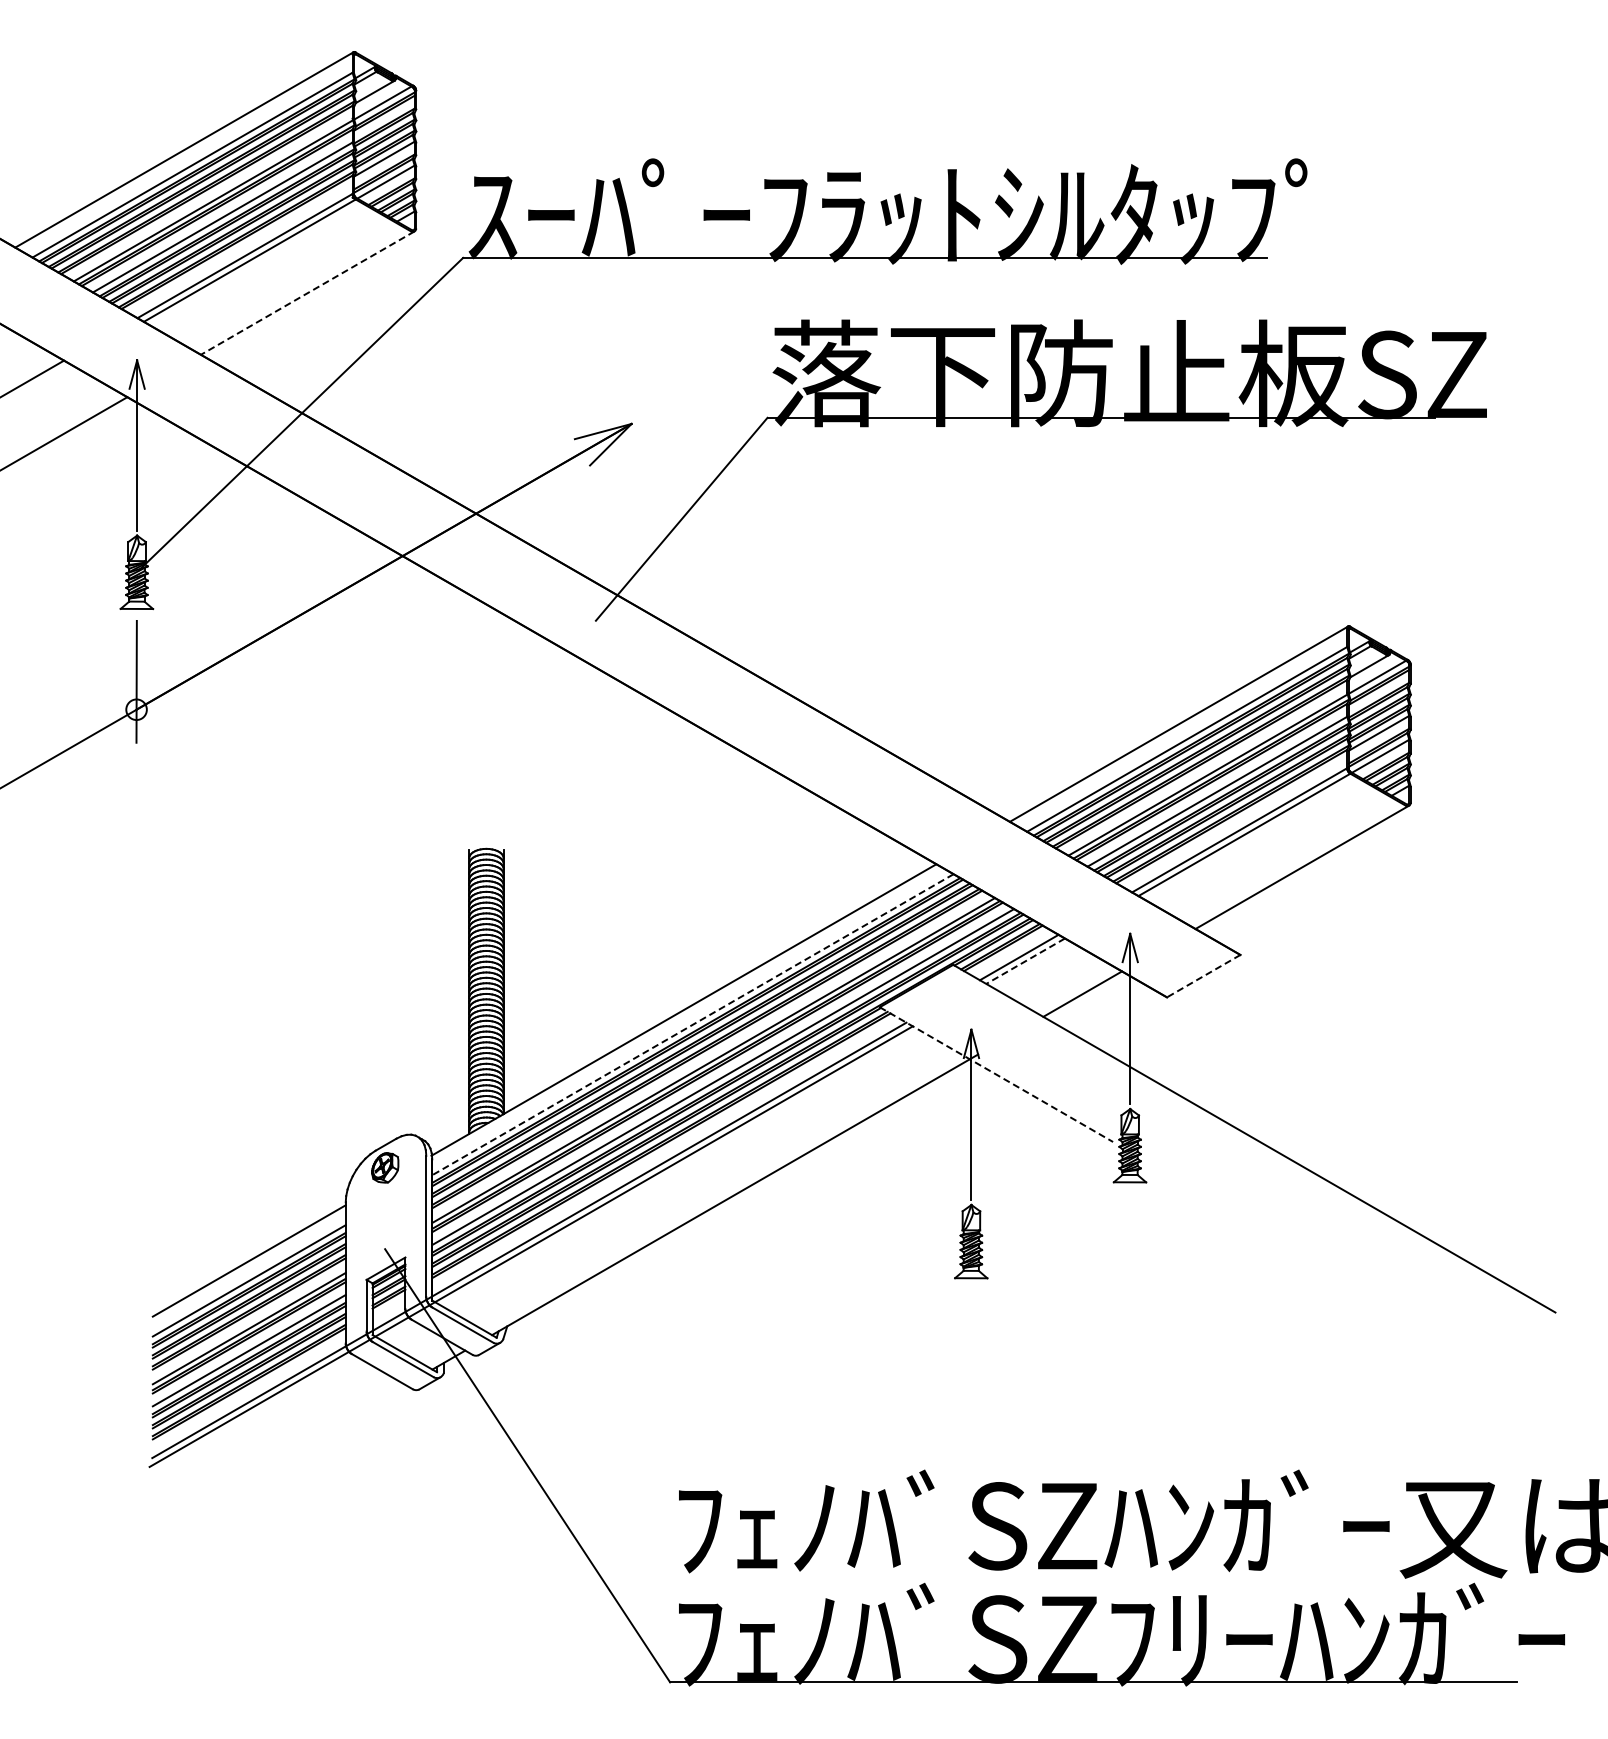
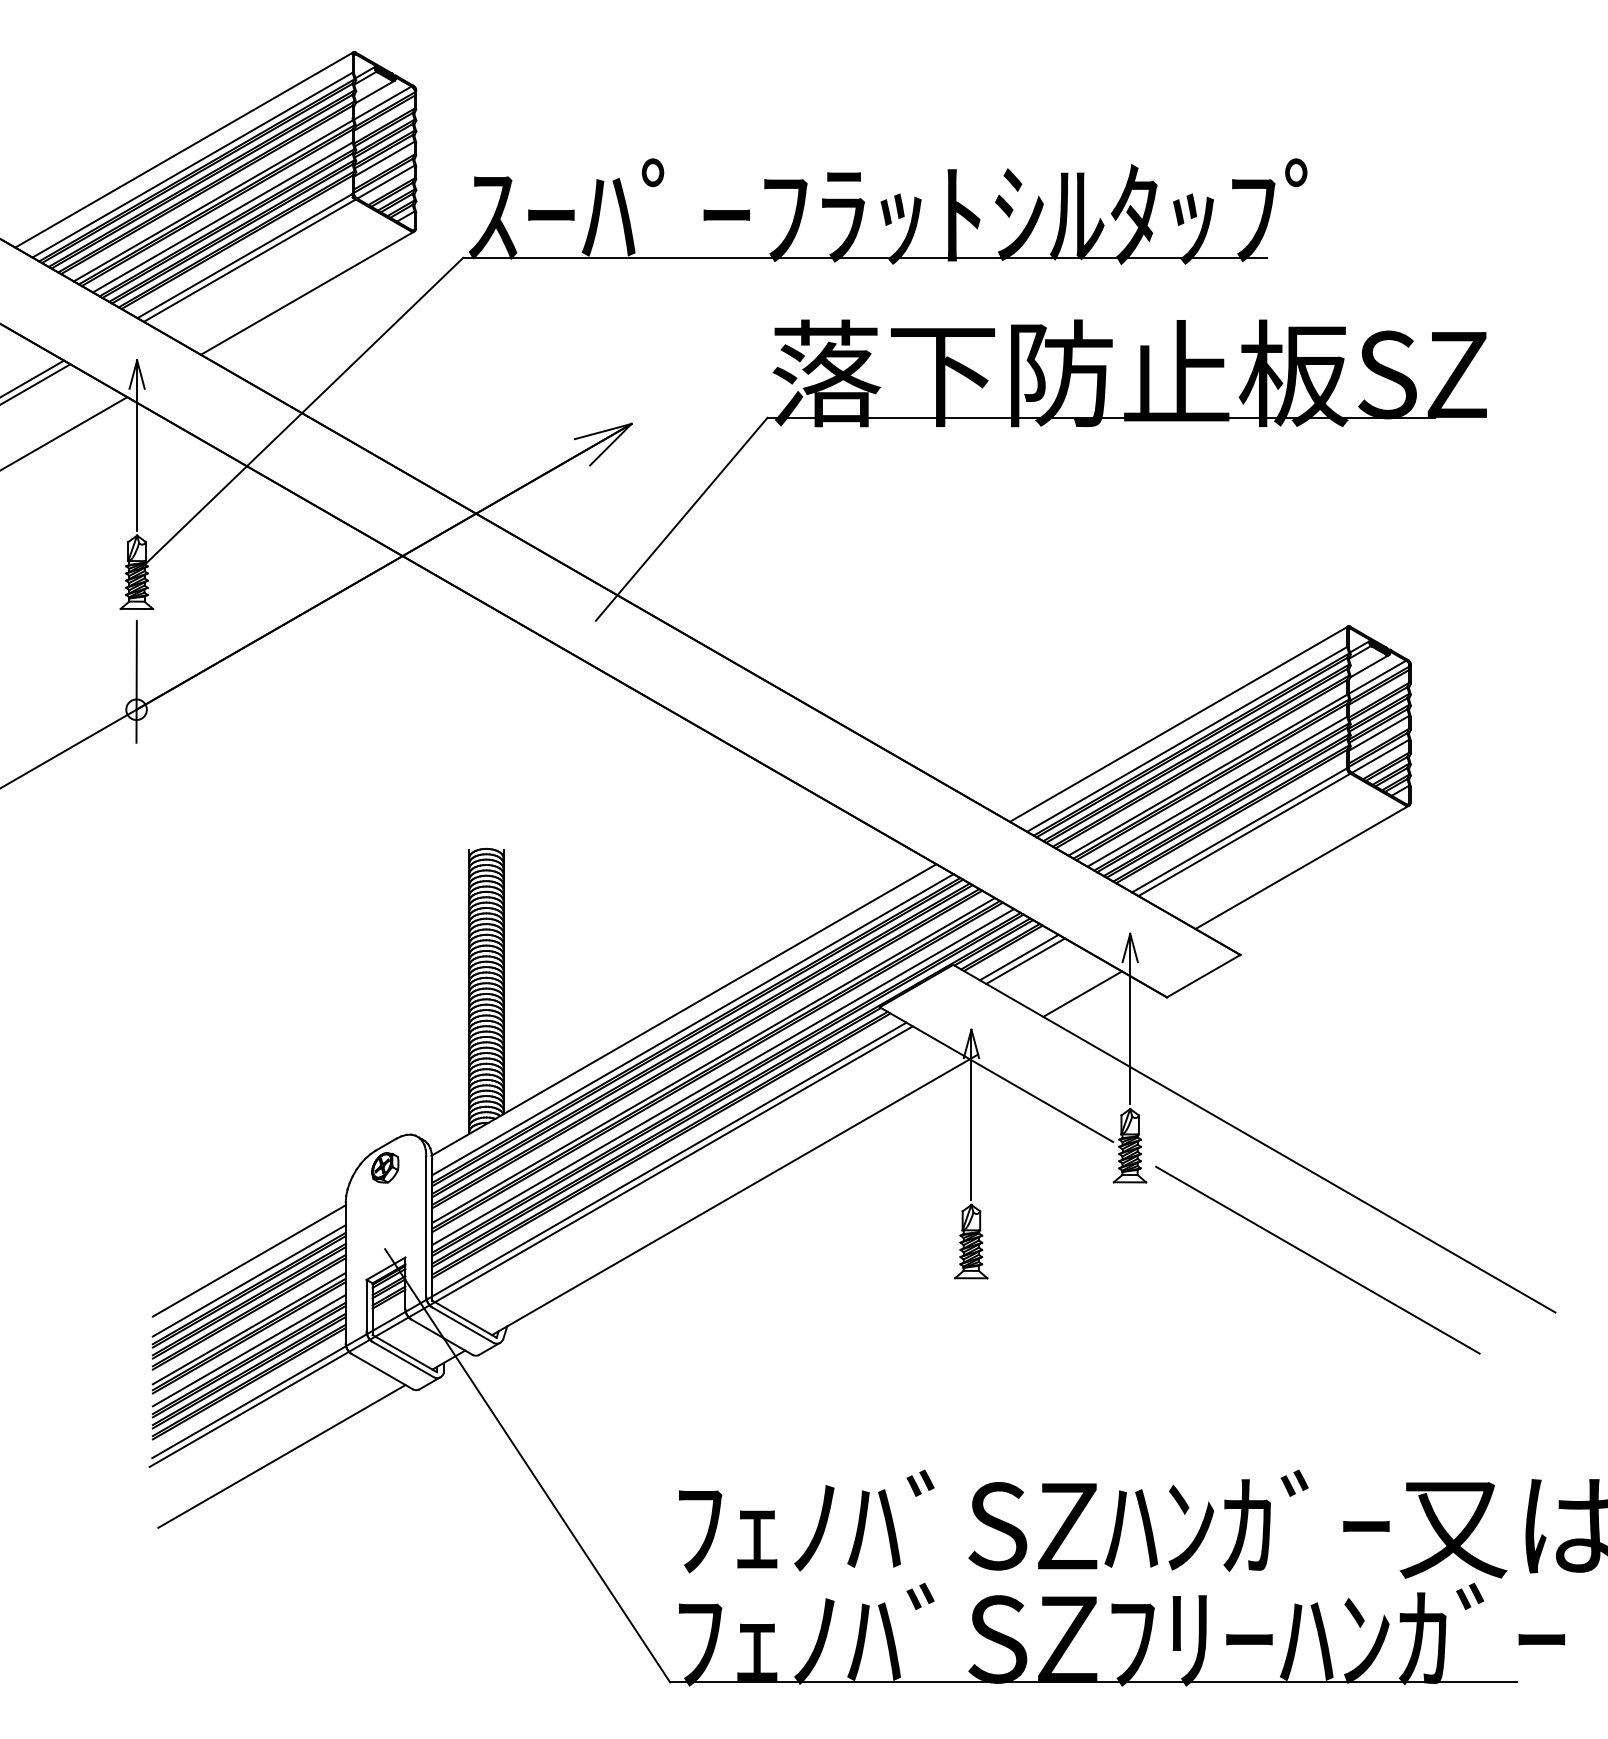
line at (307, 293): dashed -> solid
line at (36, 383): none -> present
line at (1025, 961): dashed -> solid
line at (1203, 976): dashed -> solid
line at (692, 1024): dashed -> solid
line at (996, 1074): dashed -> solid
line at (1317, 1259): none -> present
line at (281, 1456): none -> present
